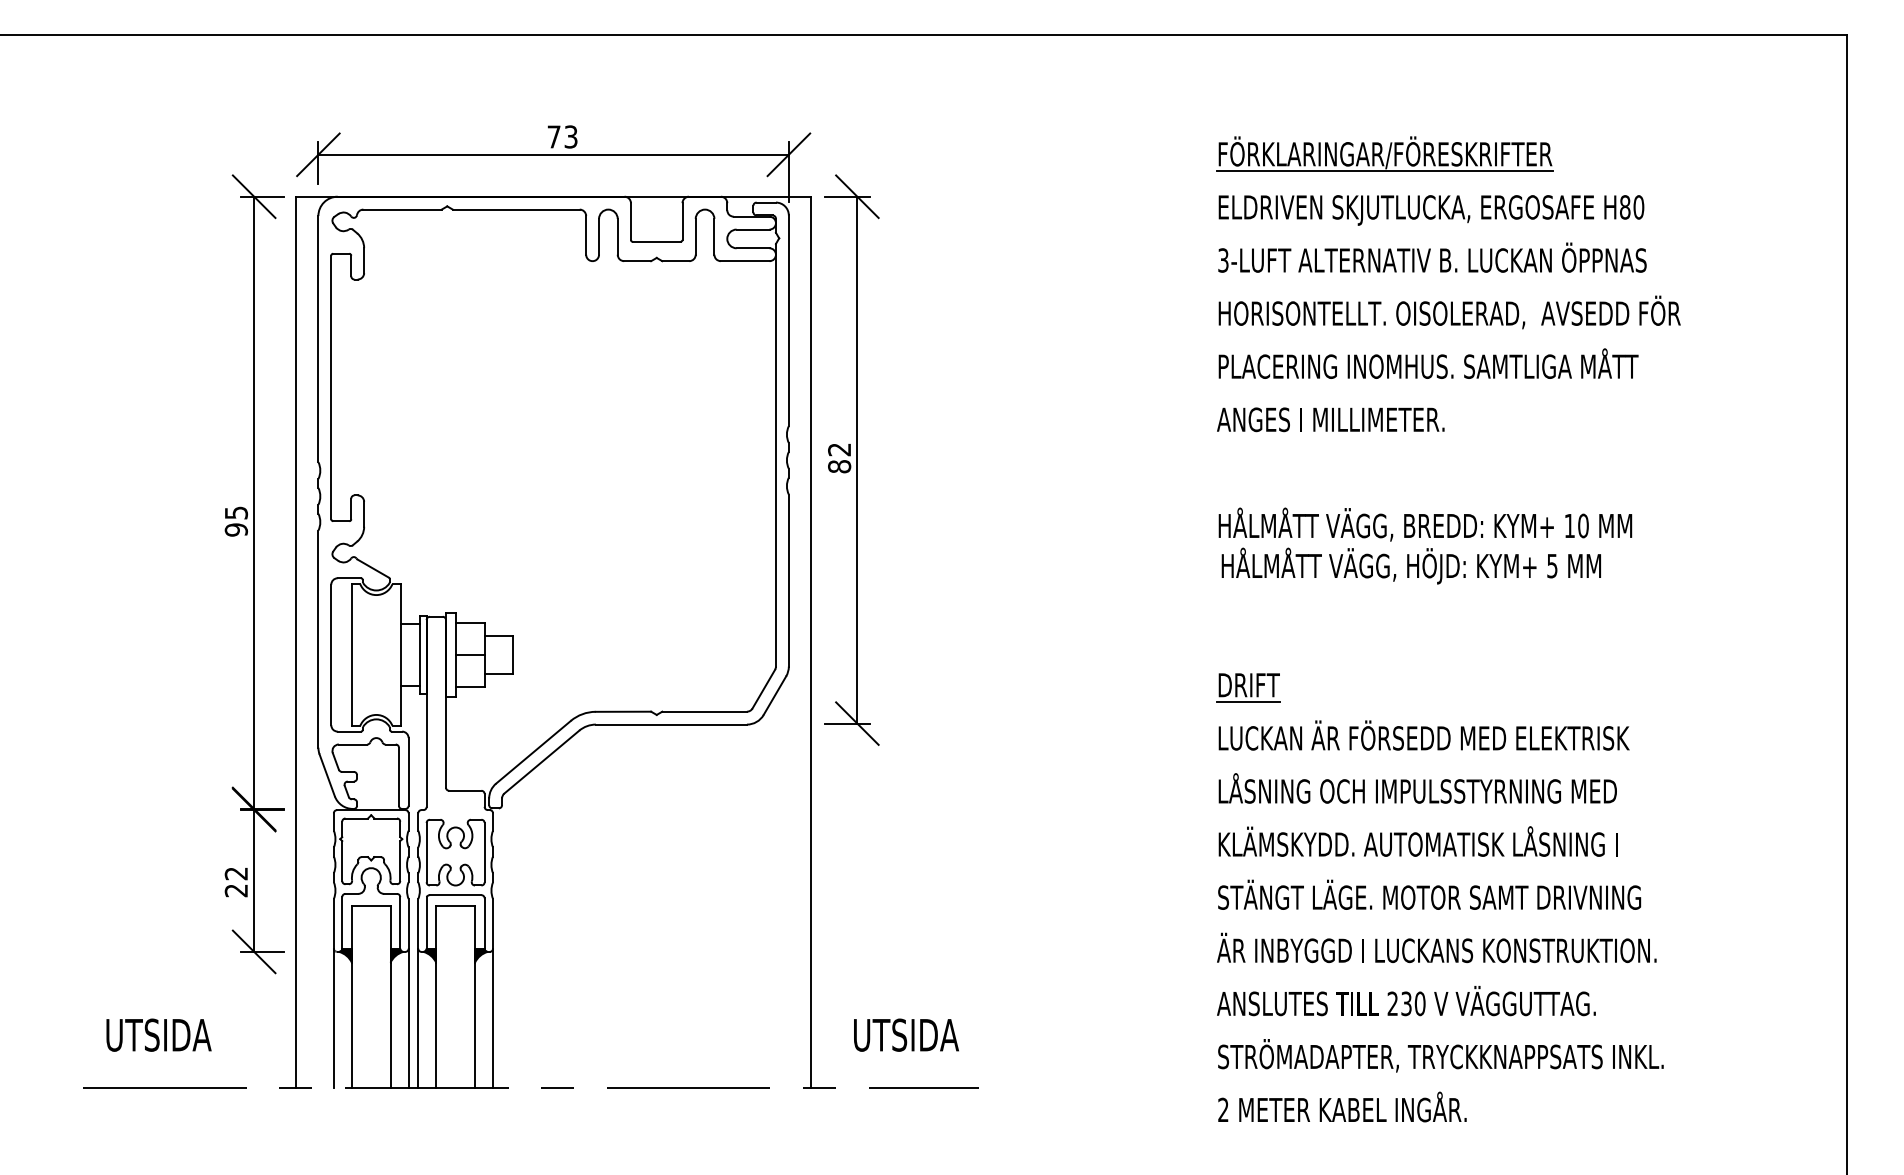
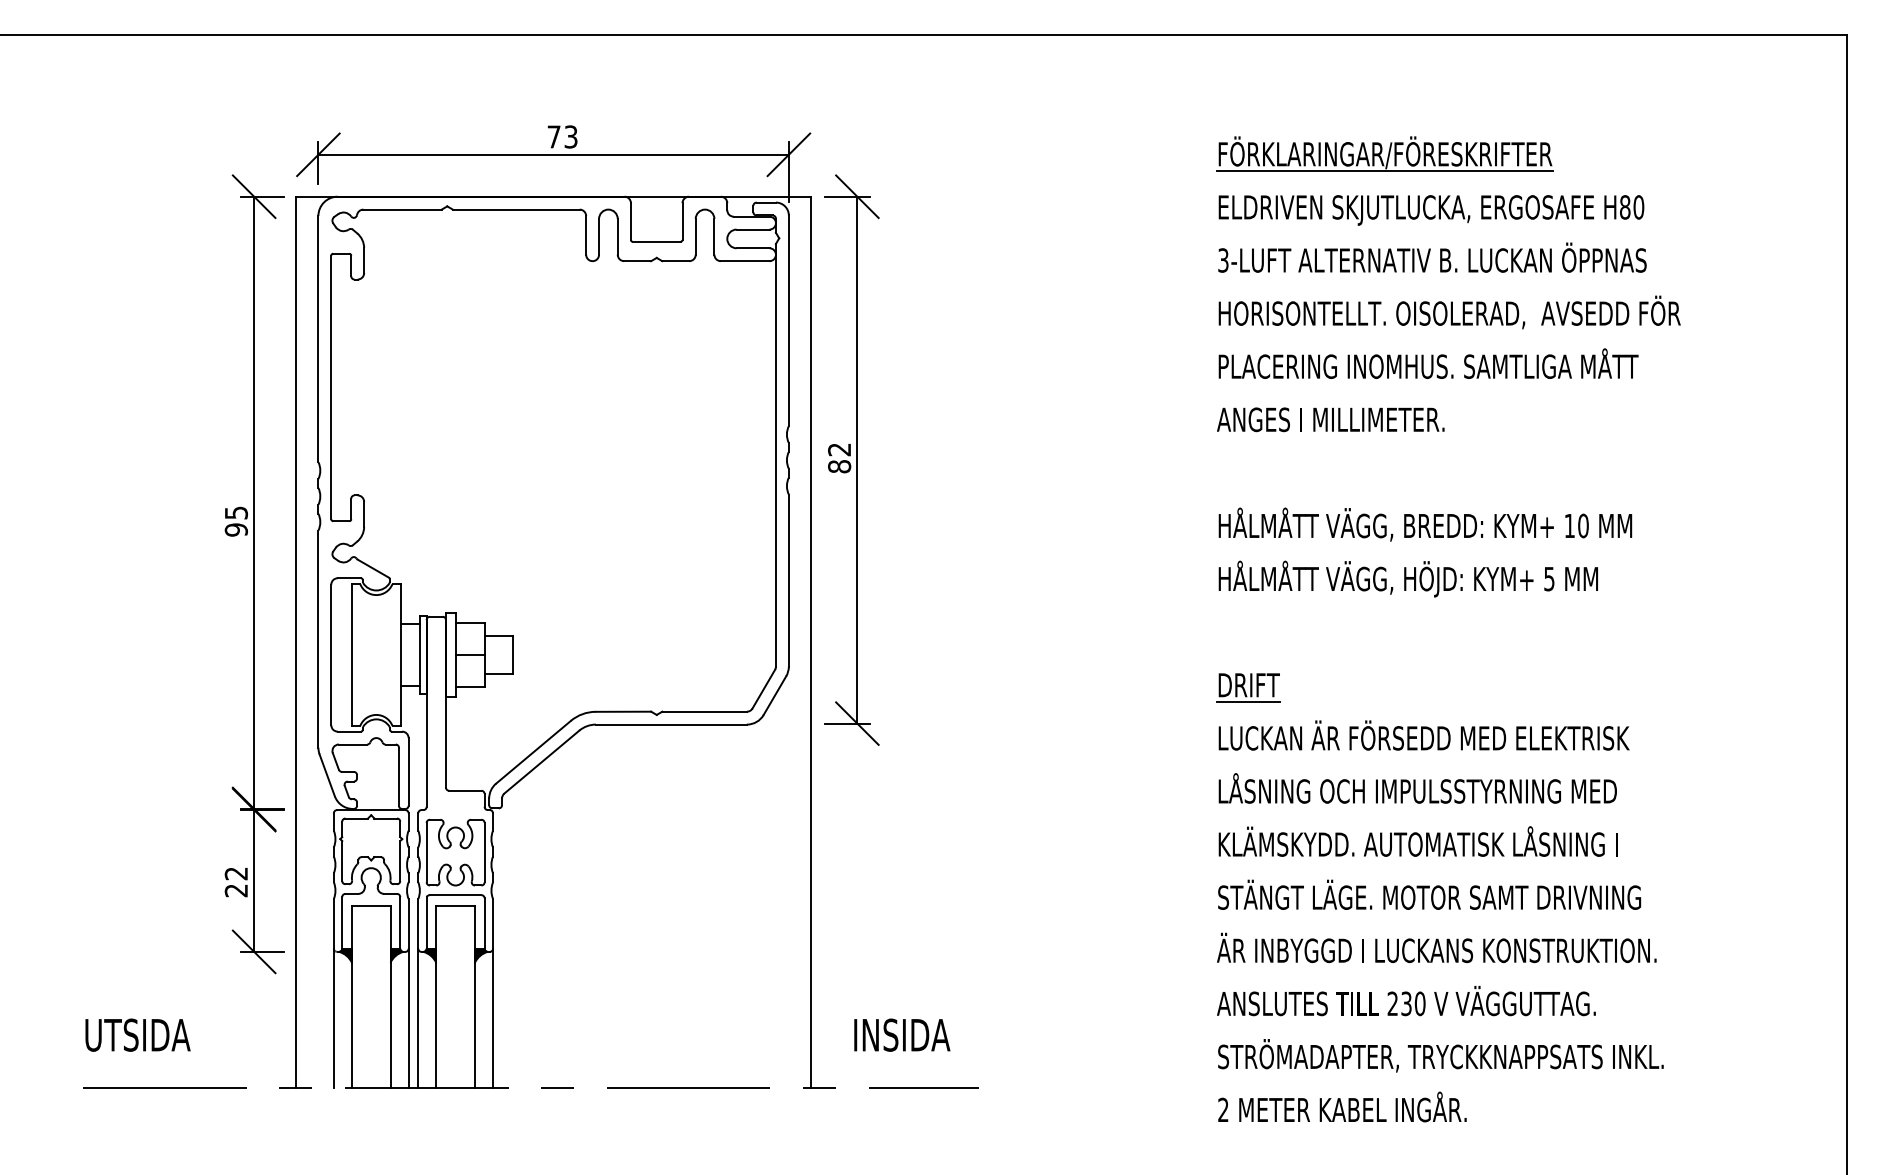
text at (1410, 565) position: (1410, 565) -> (1407, 578)
text at (158, 1034) position: (158, 1034) -> (137, 1034)
text at (906, 1034): UTSIDA -> INSIDA
